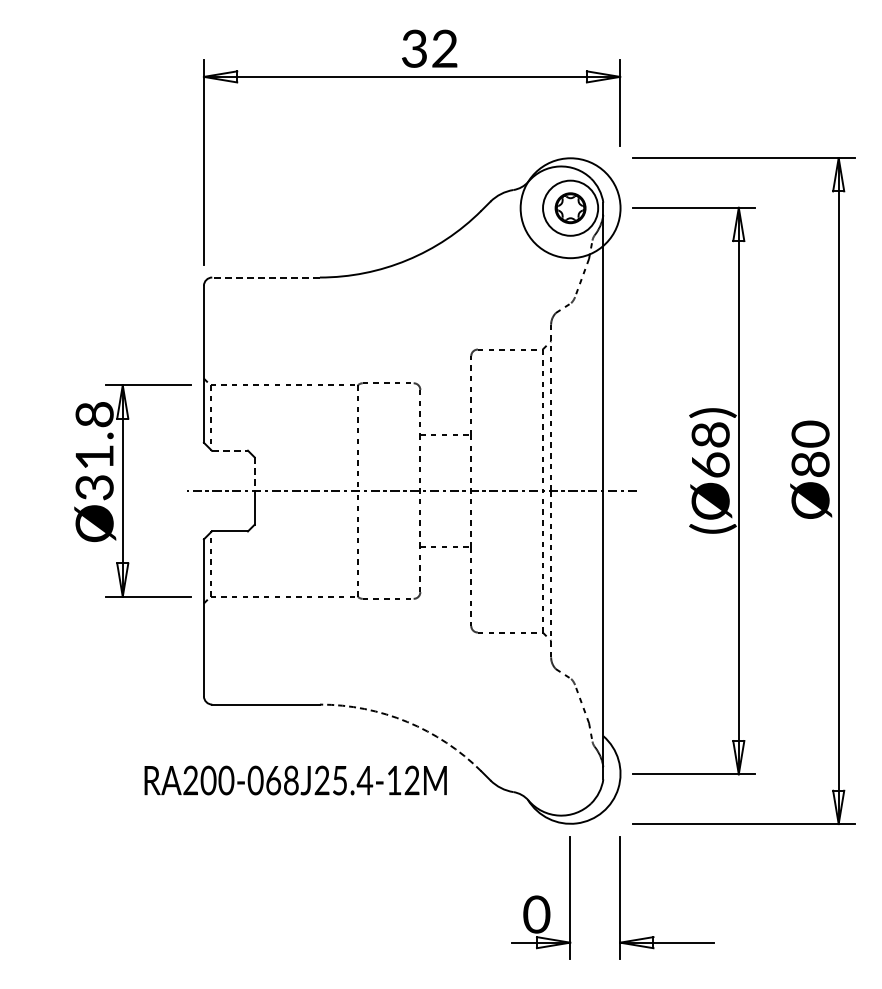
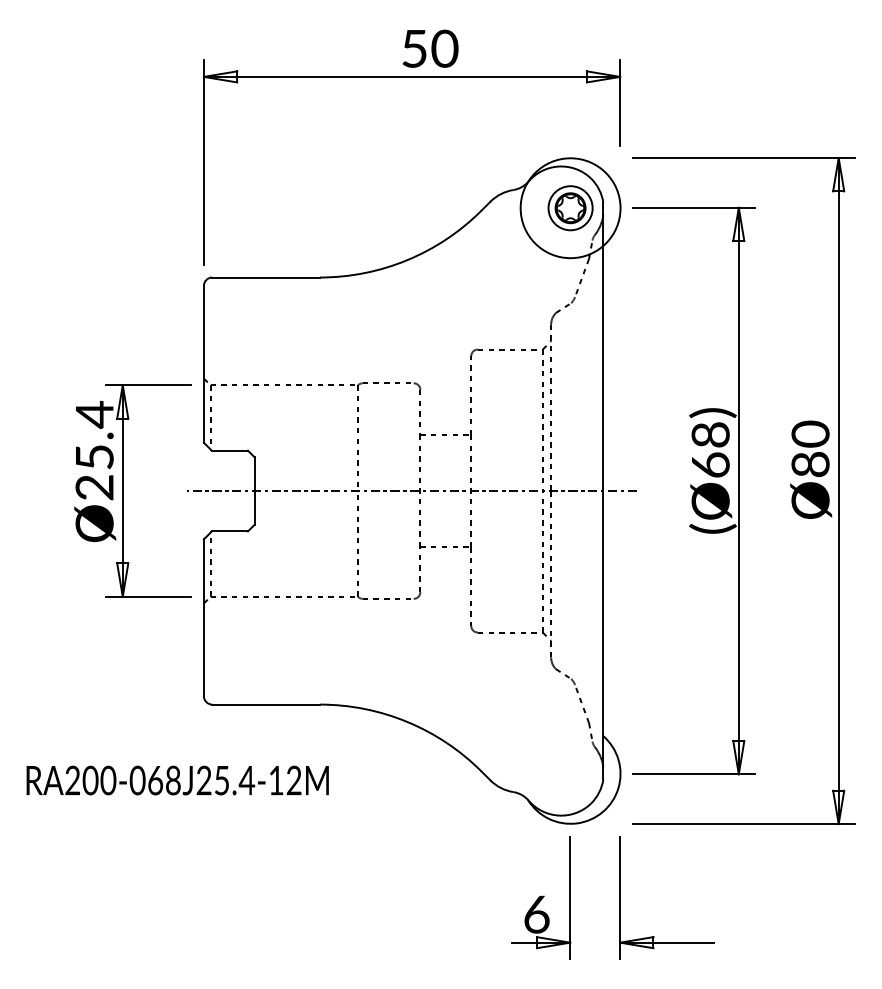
text at (430, 48): 32 -> 50
circle at (570, 207) diameter: 55 px -> 44 px
line at (266, 277): dashed -> solid
text at (94, 450): Ø31.8 -> Ø25.4
line at (230, 450): dashed -> solid
line at (254, 474): dashed -> solid
arc at (407, 721): dashed -> solid
text at (295, 780) position: (295, 780) -> (177, 780)
text at (536, 914): 0 -> 6
